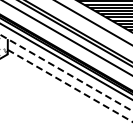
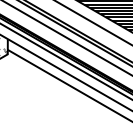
line at (66, 72): dashed -> solid
line at (70, 85): dashed -> solid
